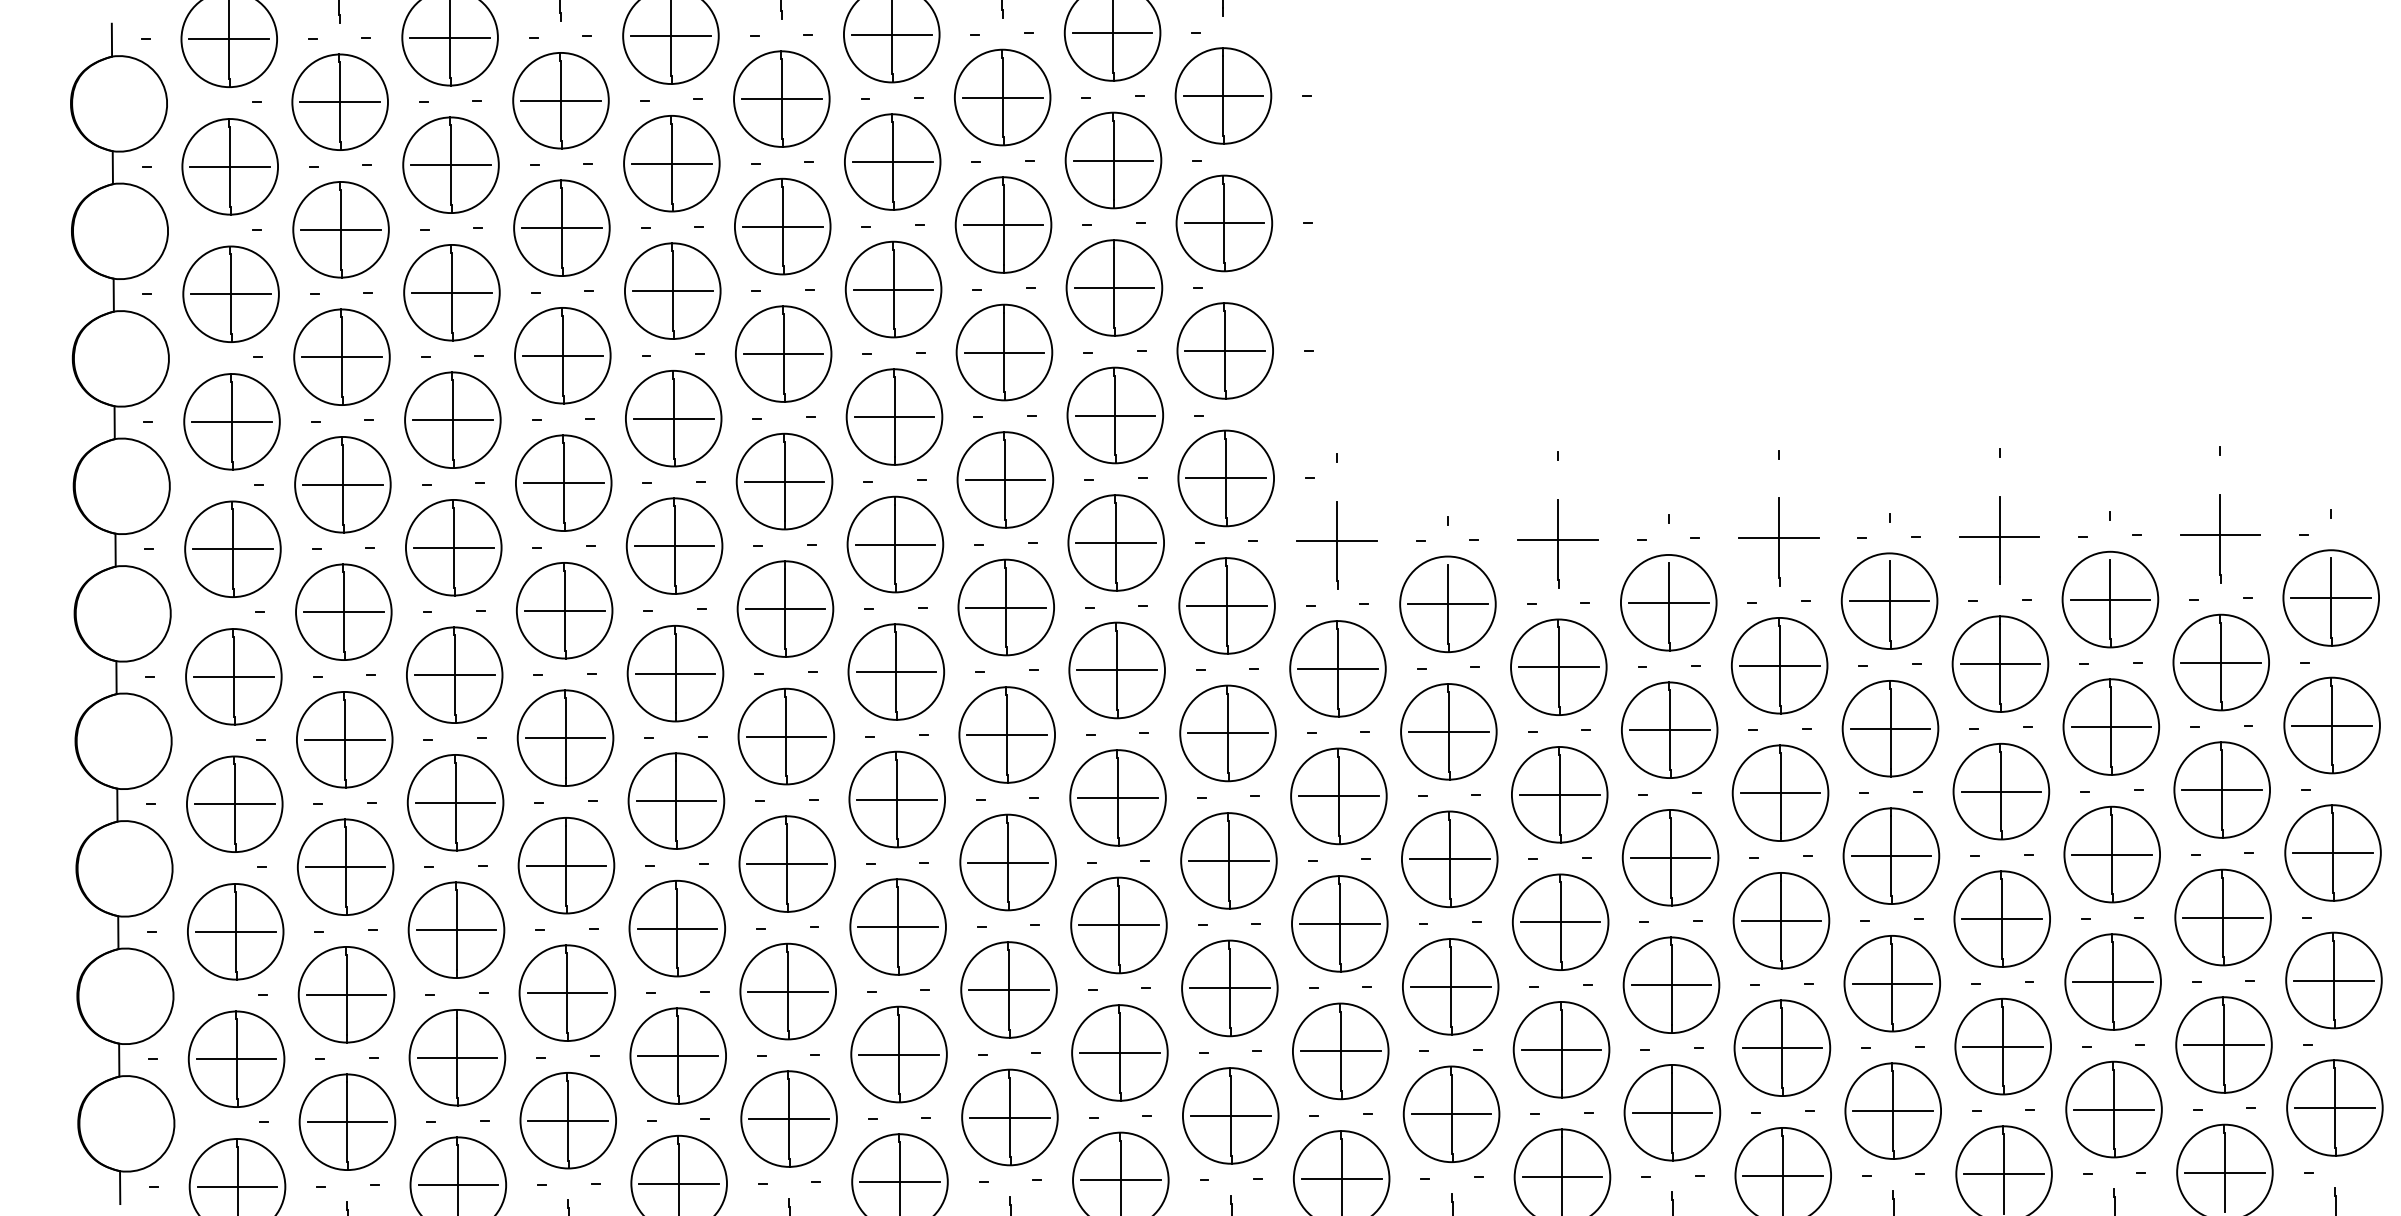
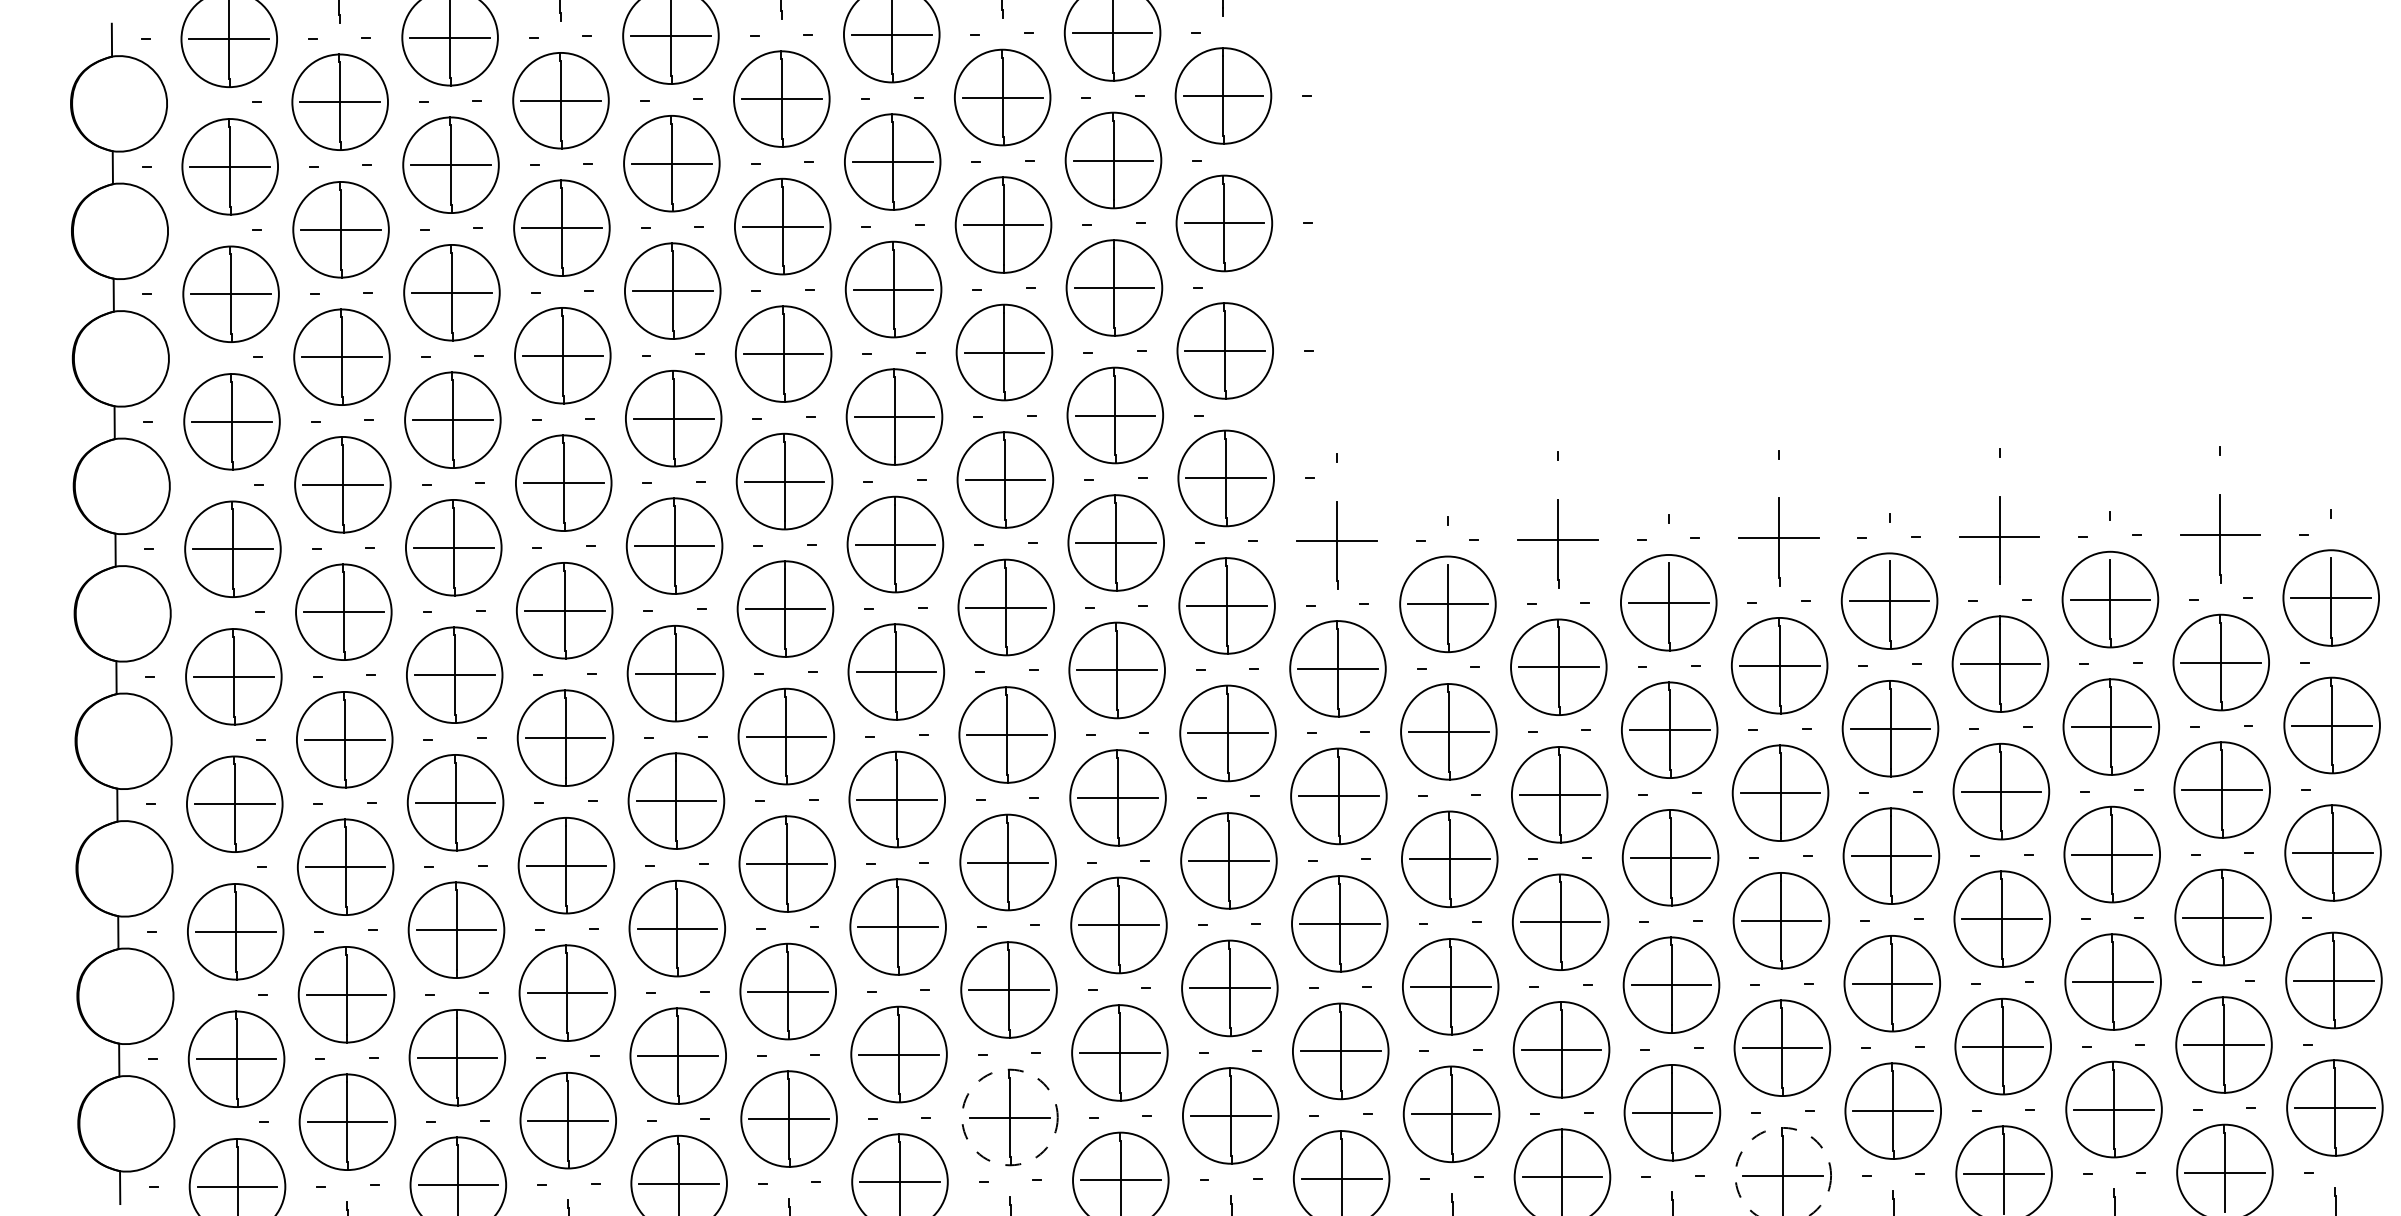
circle at (1009, 1117): solid -> dashed
circle at (1783, 1171): solid -> dashed
